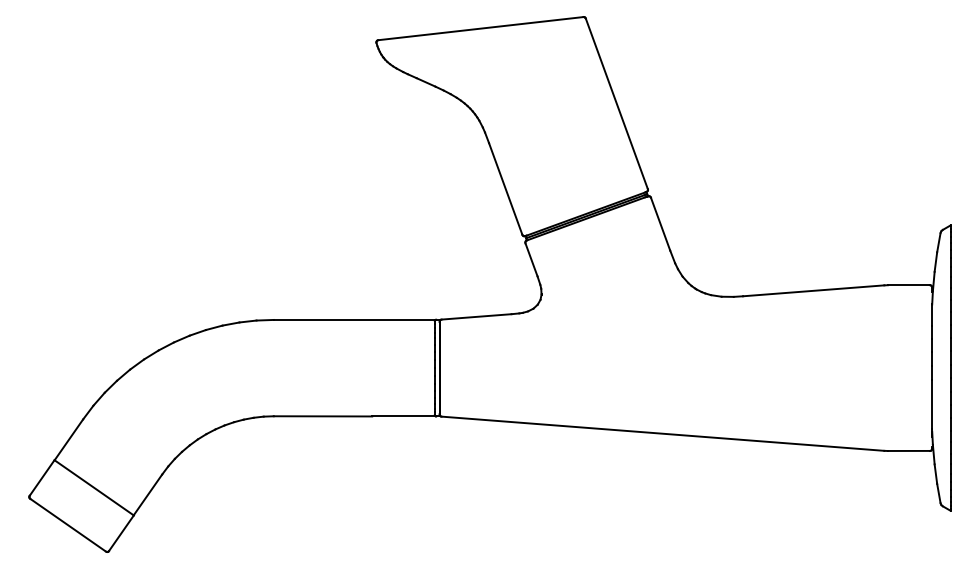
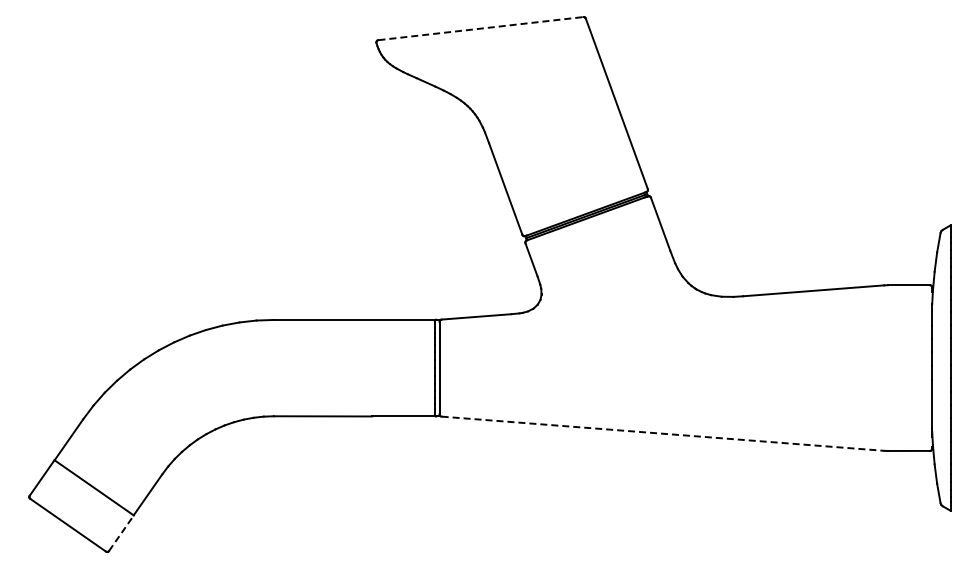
line at (481, 28): solid -> dashed
line at (663, 433): solid -> dashed
line at (121, 533): solid -> dashed
